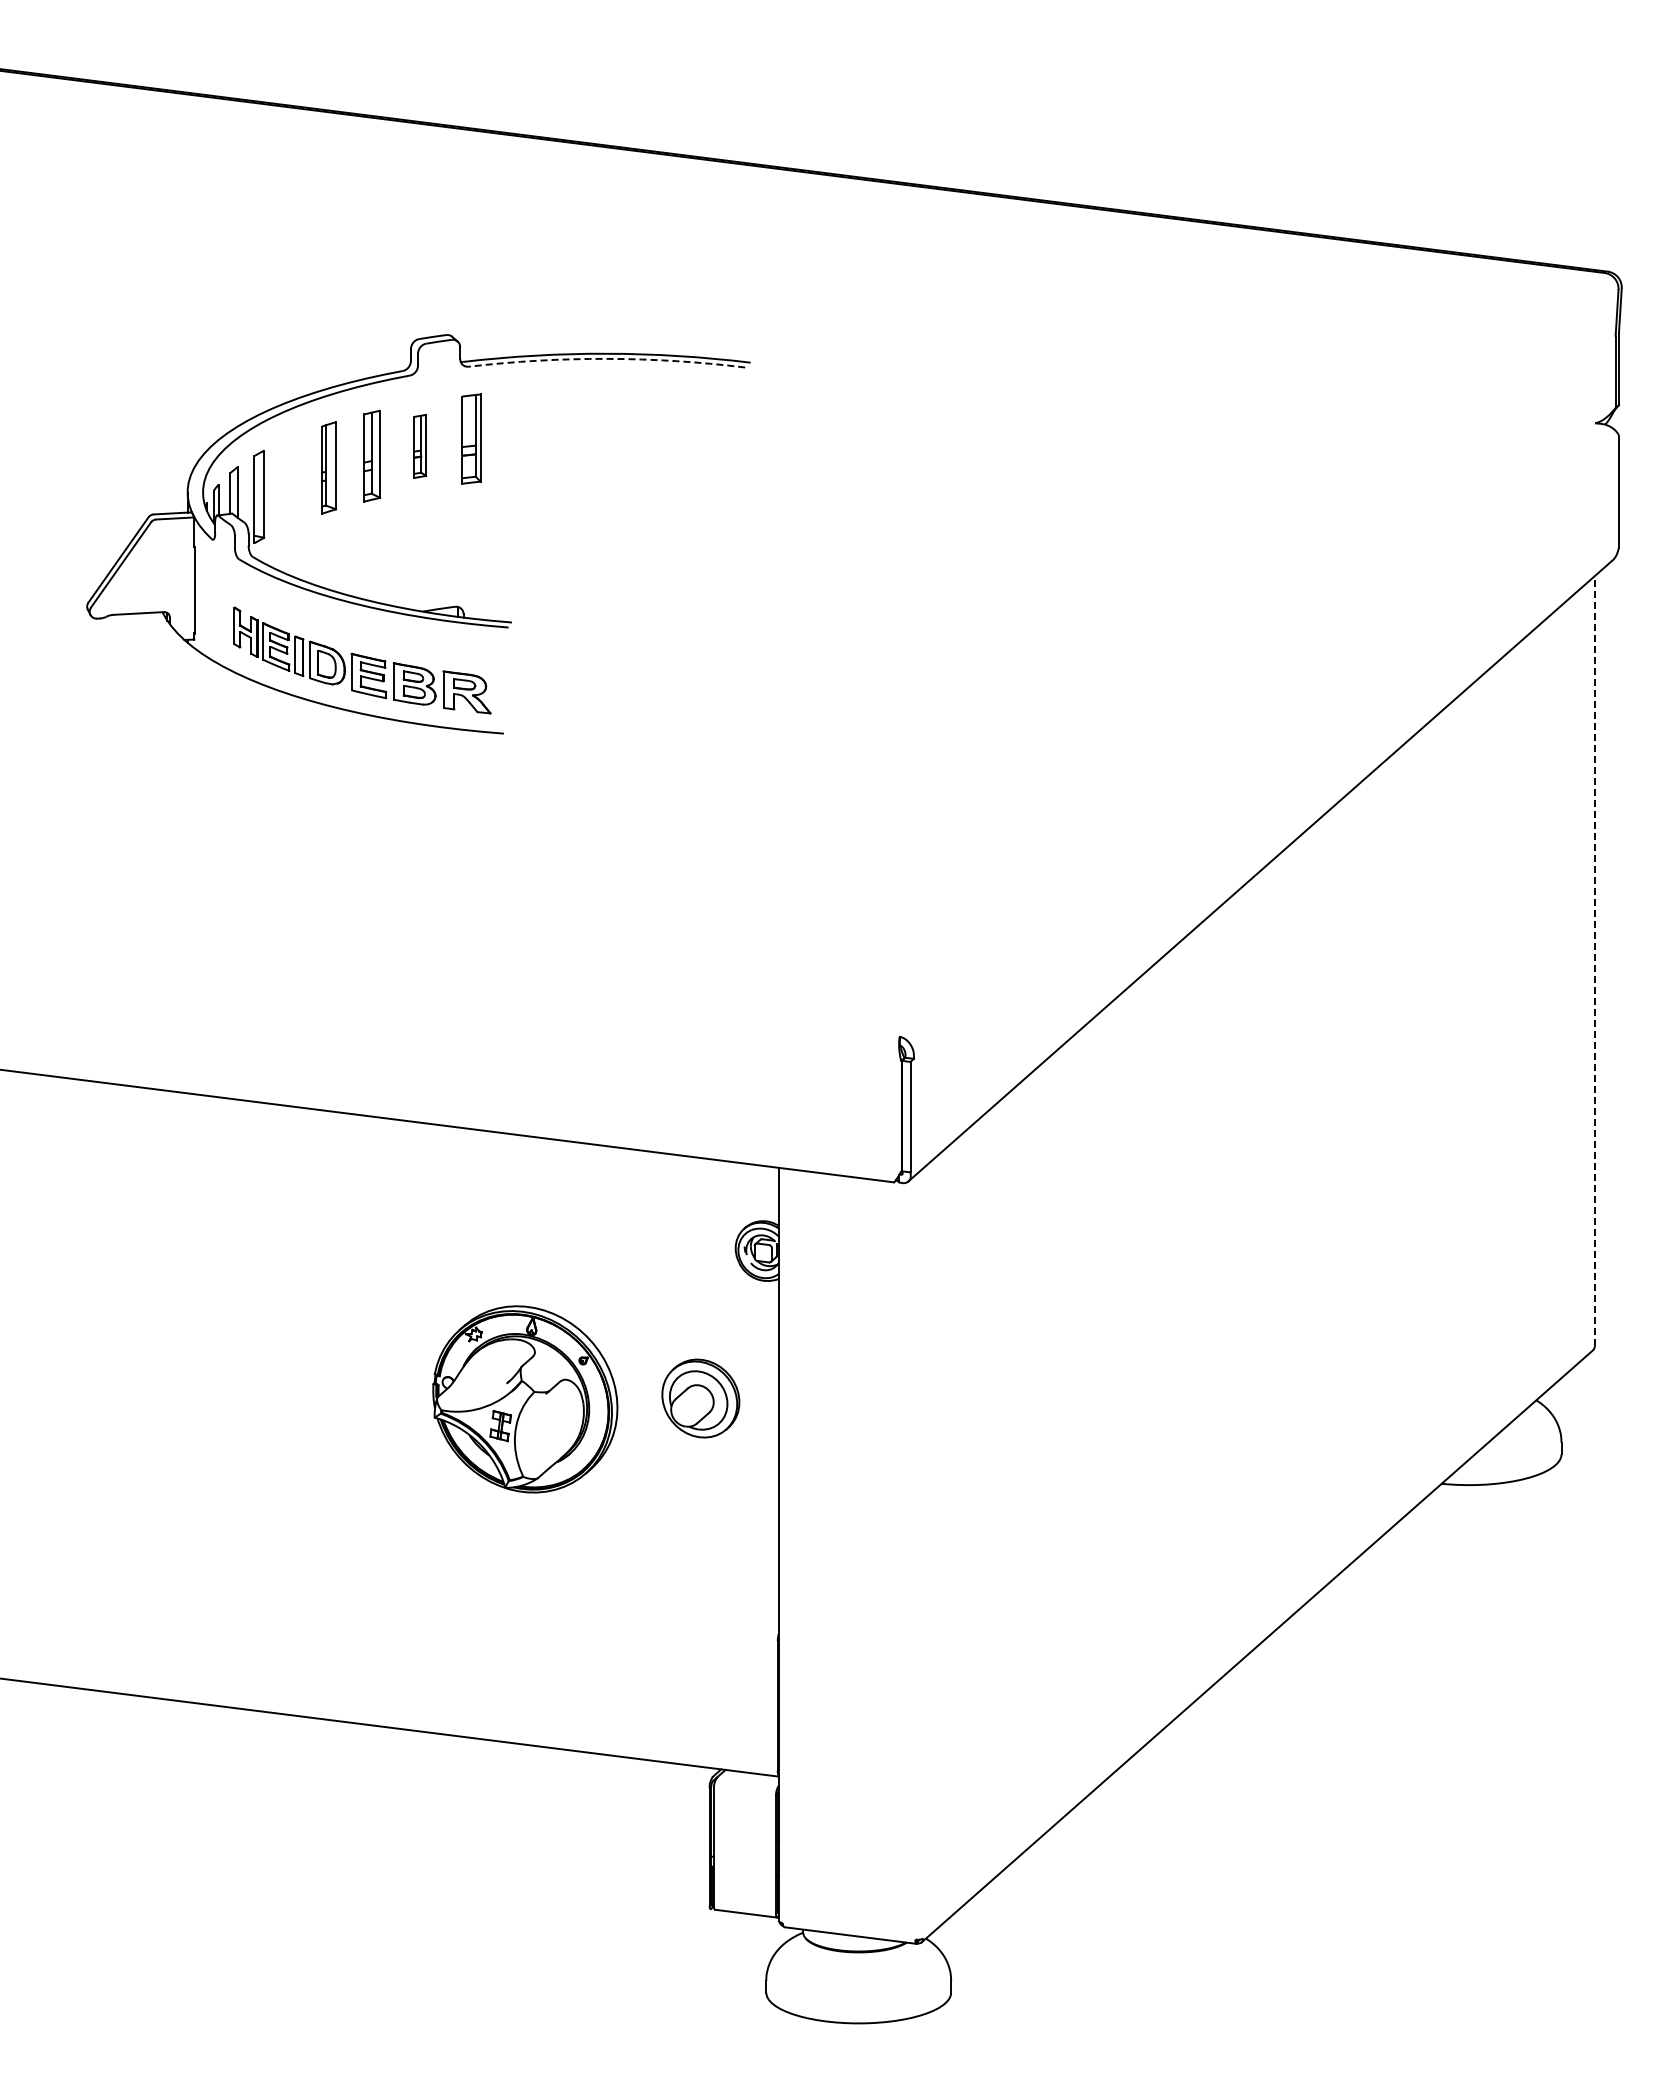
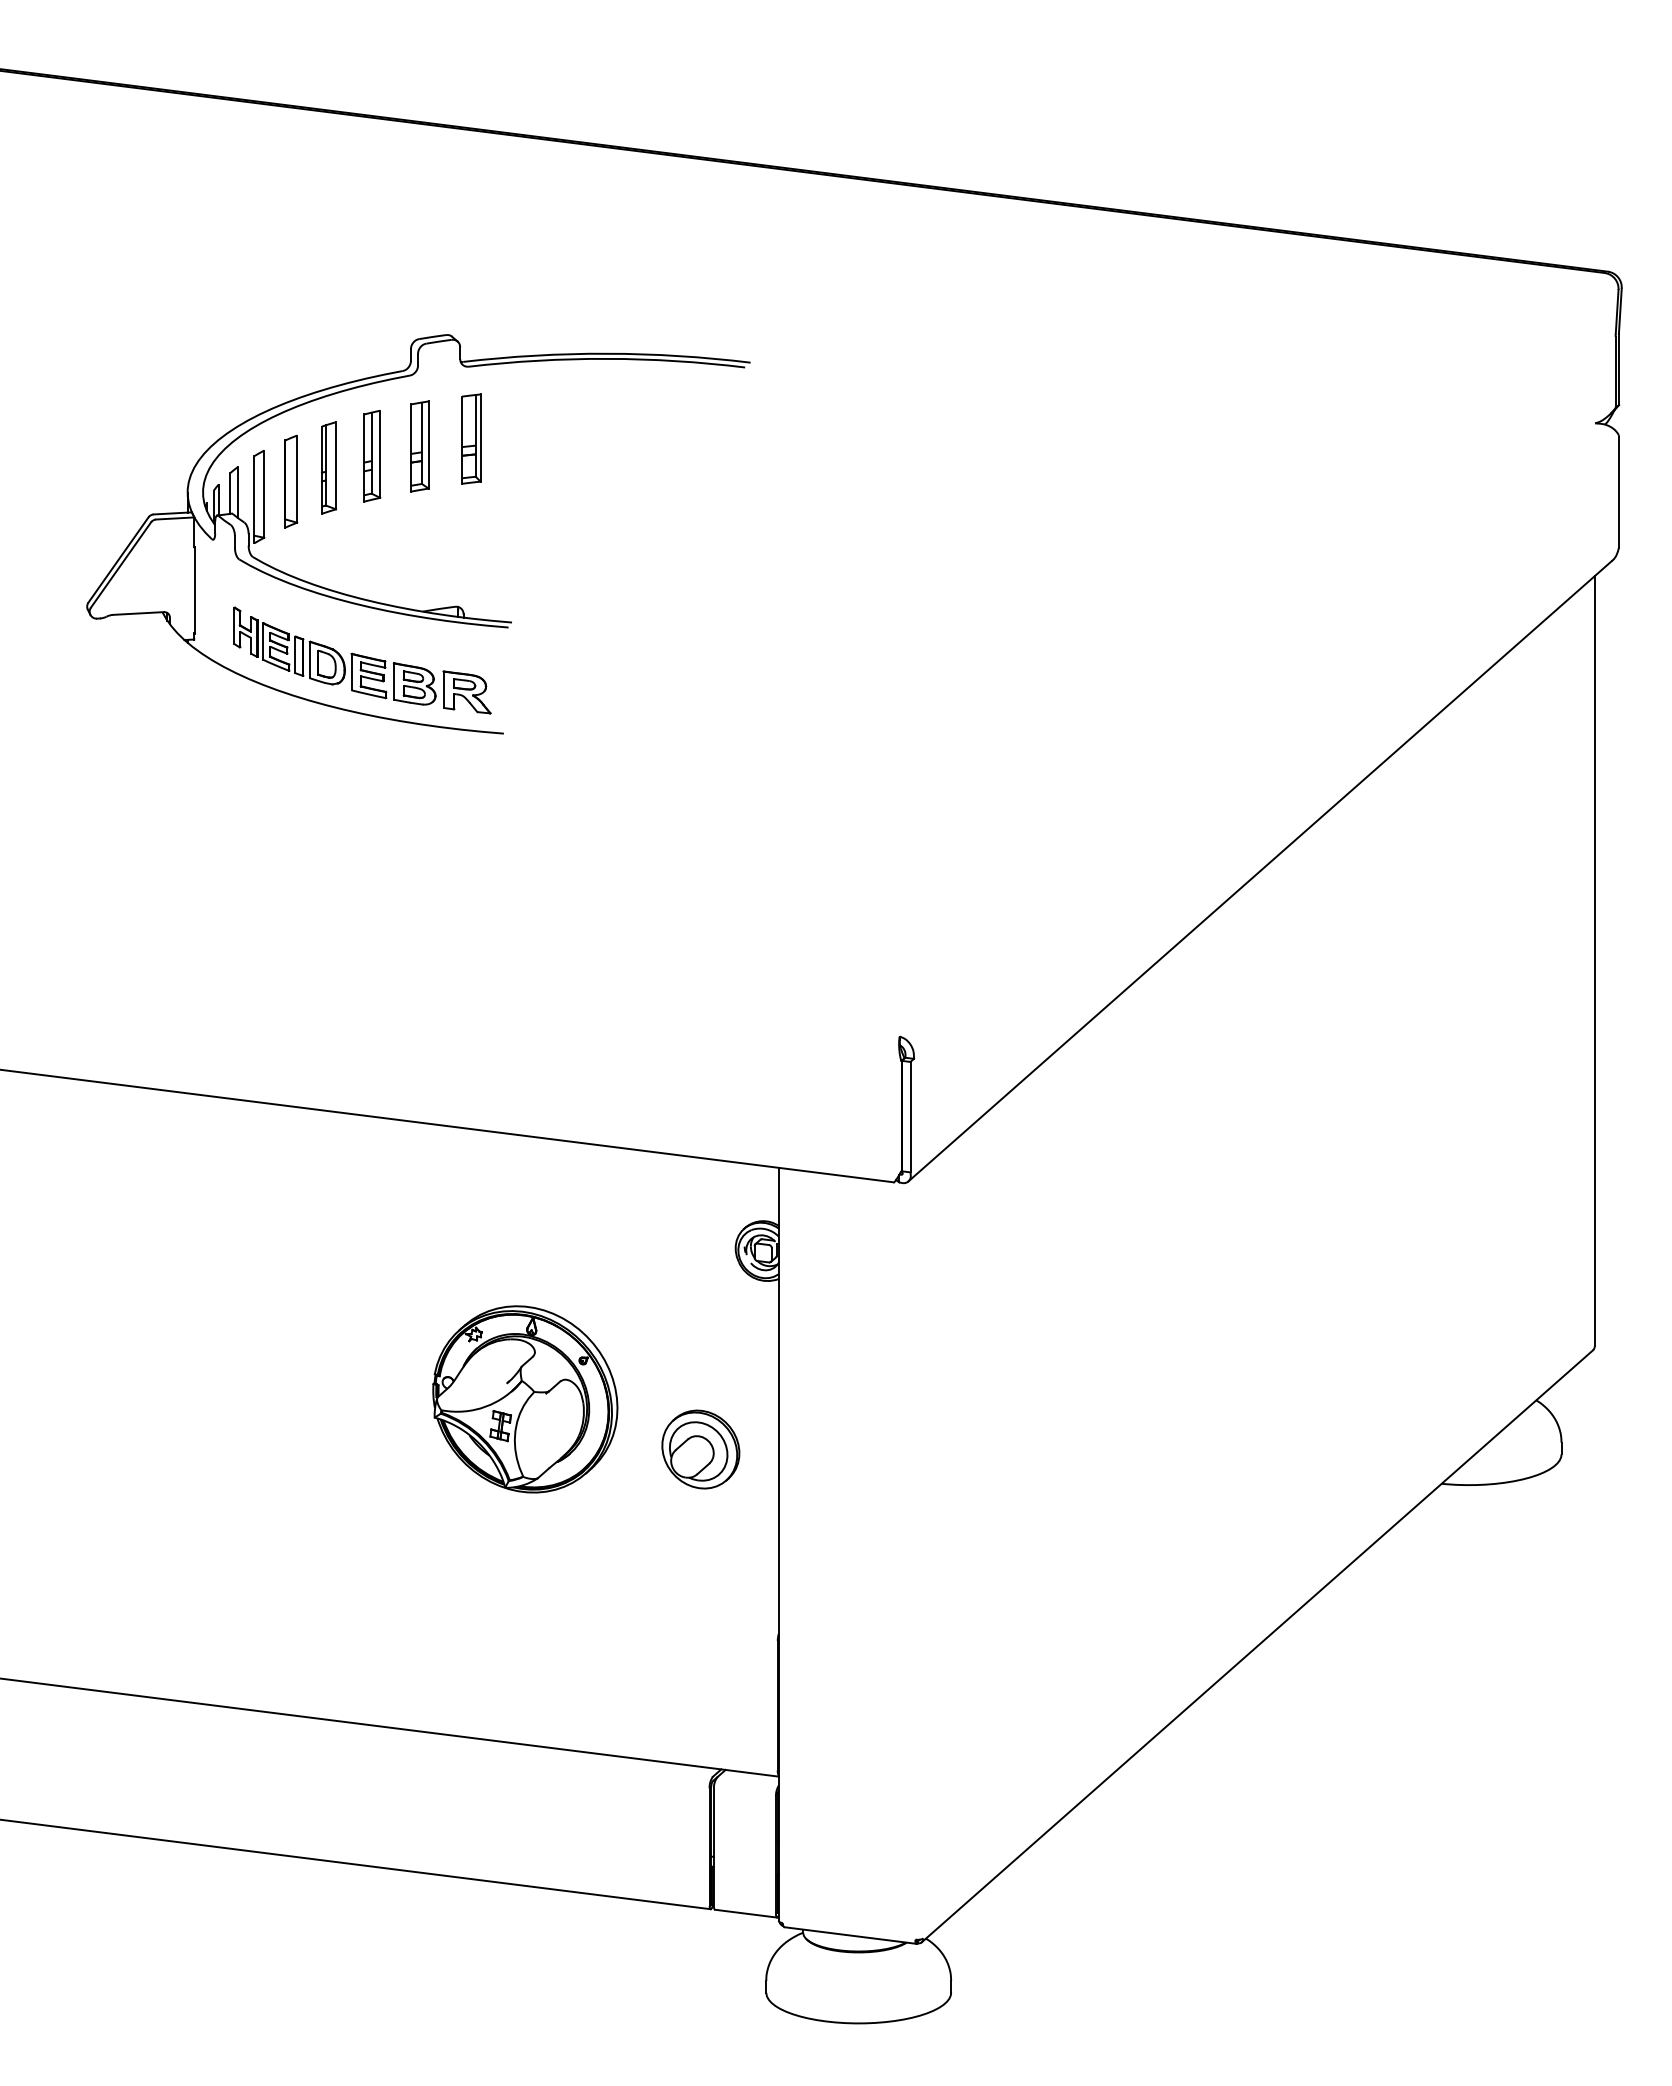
arc at (607, 358): dashed -> solid
part at (420, 446) size: 15x65 px -> 20x93 px
part at (291, 481): none -> present
line at (1595, 960): dashed -> solid
part at (700, 1398) position: (700, 1398) -> (700, 1449)
line at (356, 1864): none -> present
